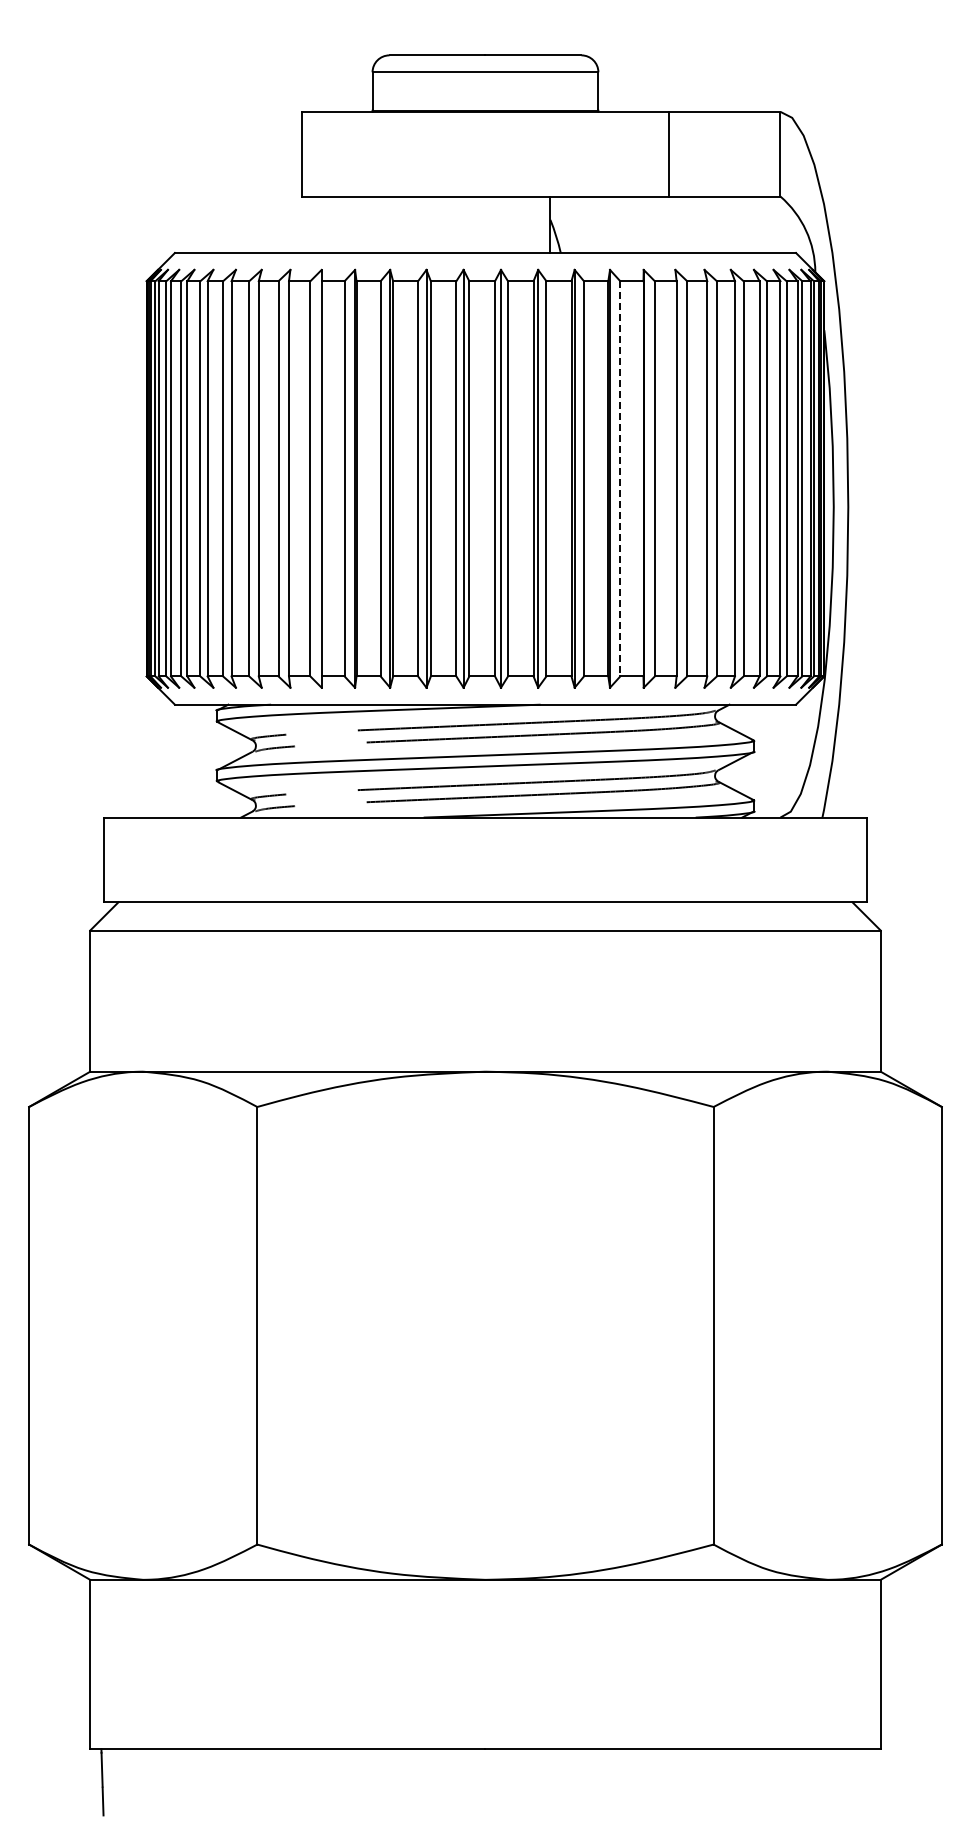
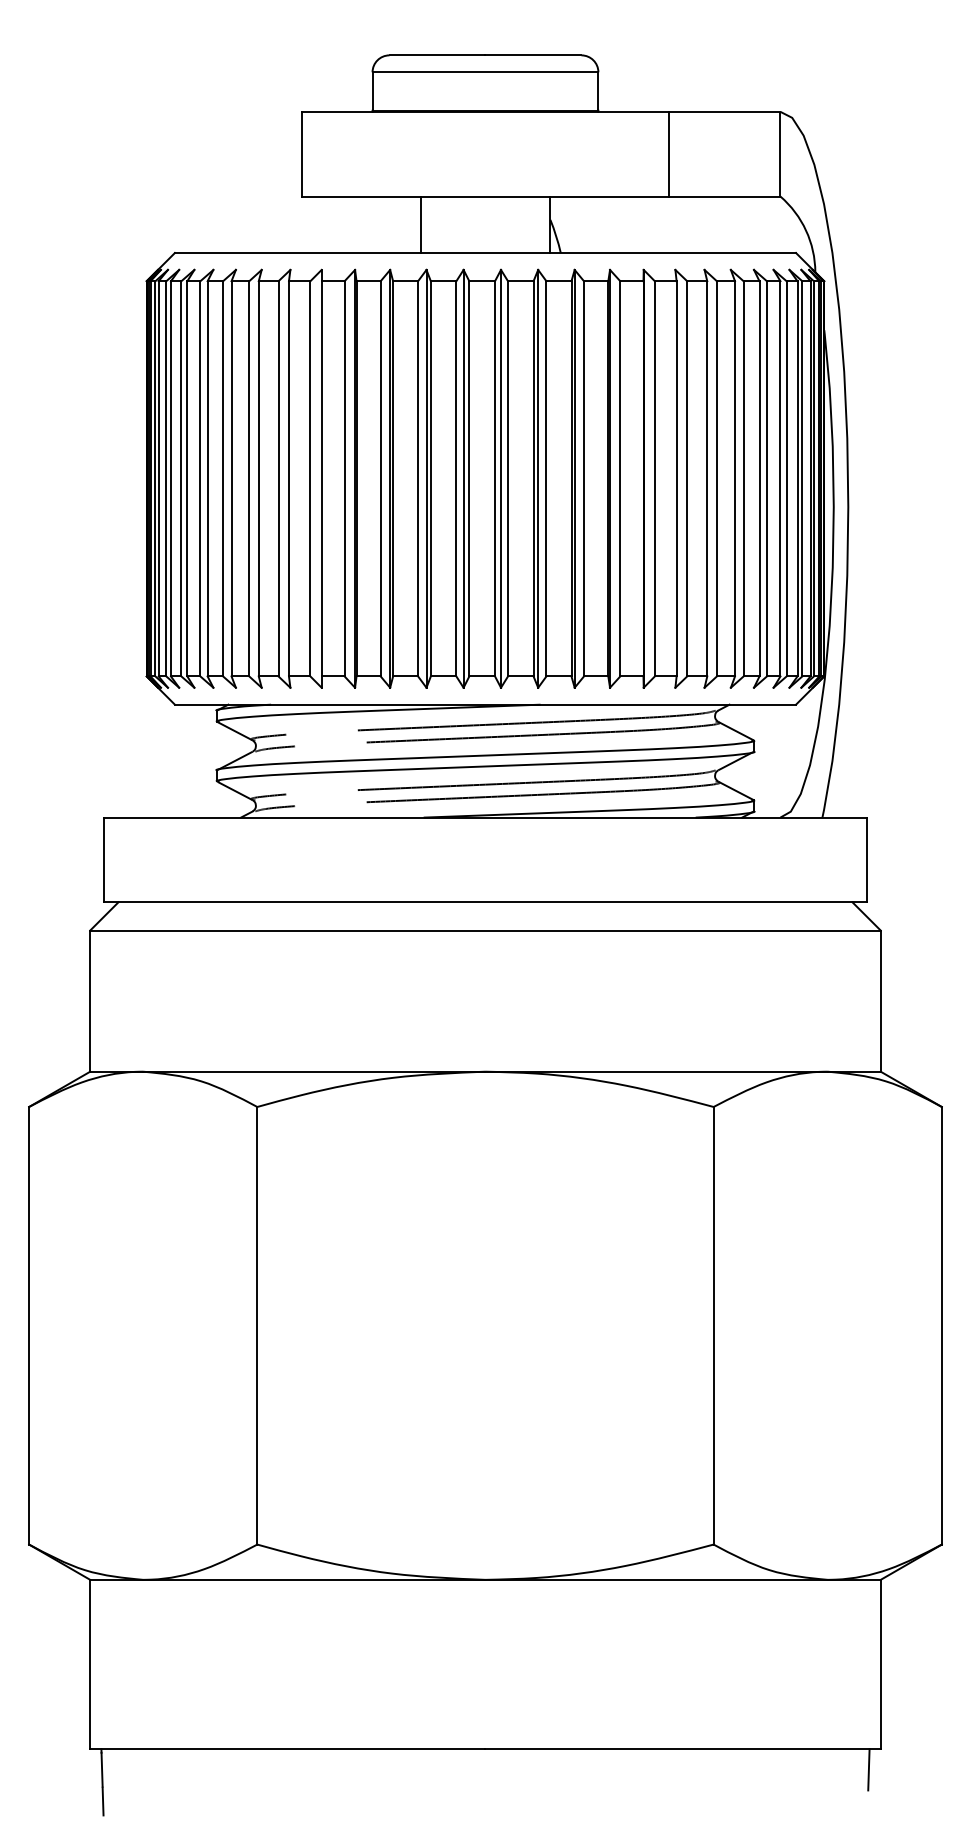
line at (420, 224): none -> present
line at (620, 478): dashed -> solid
line at (868, 1769): none -> present
